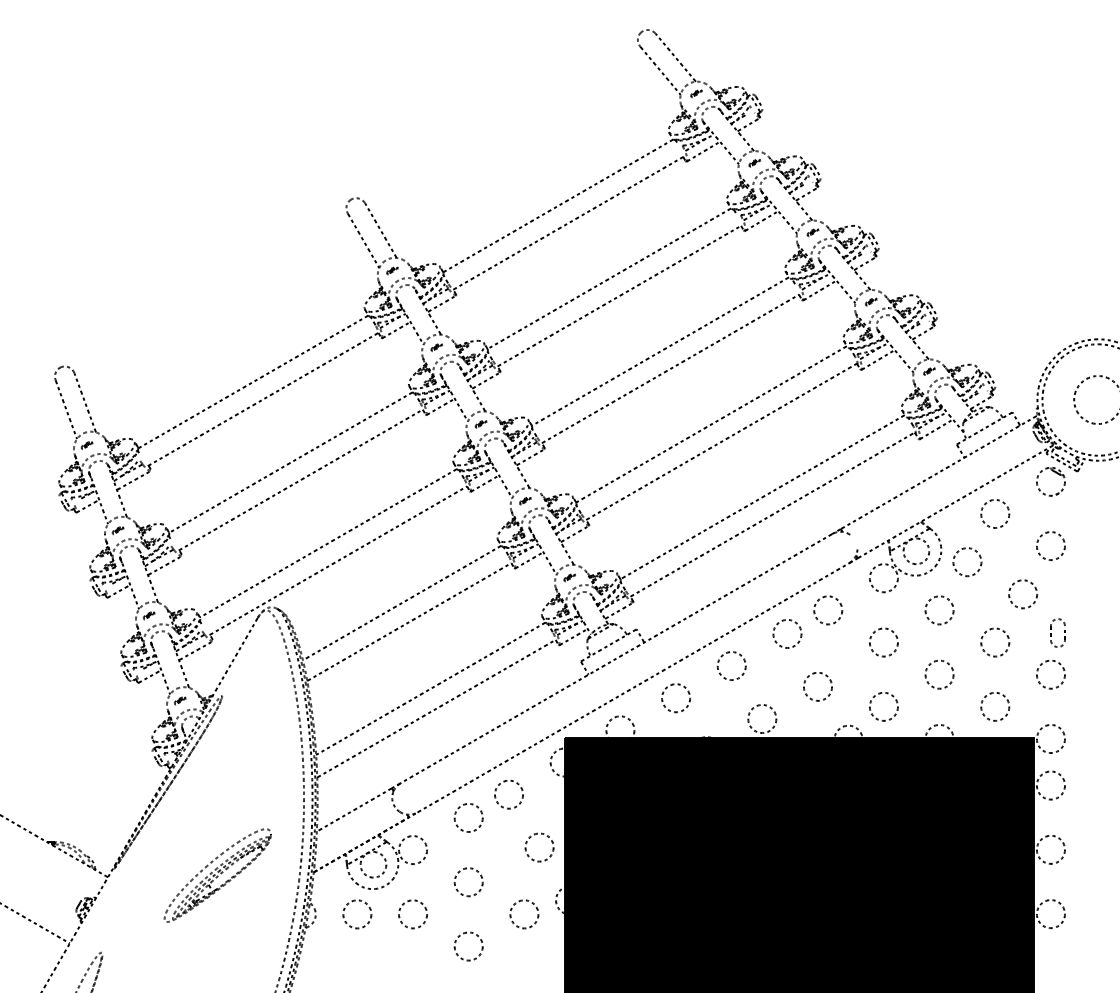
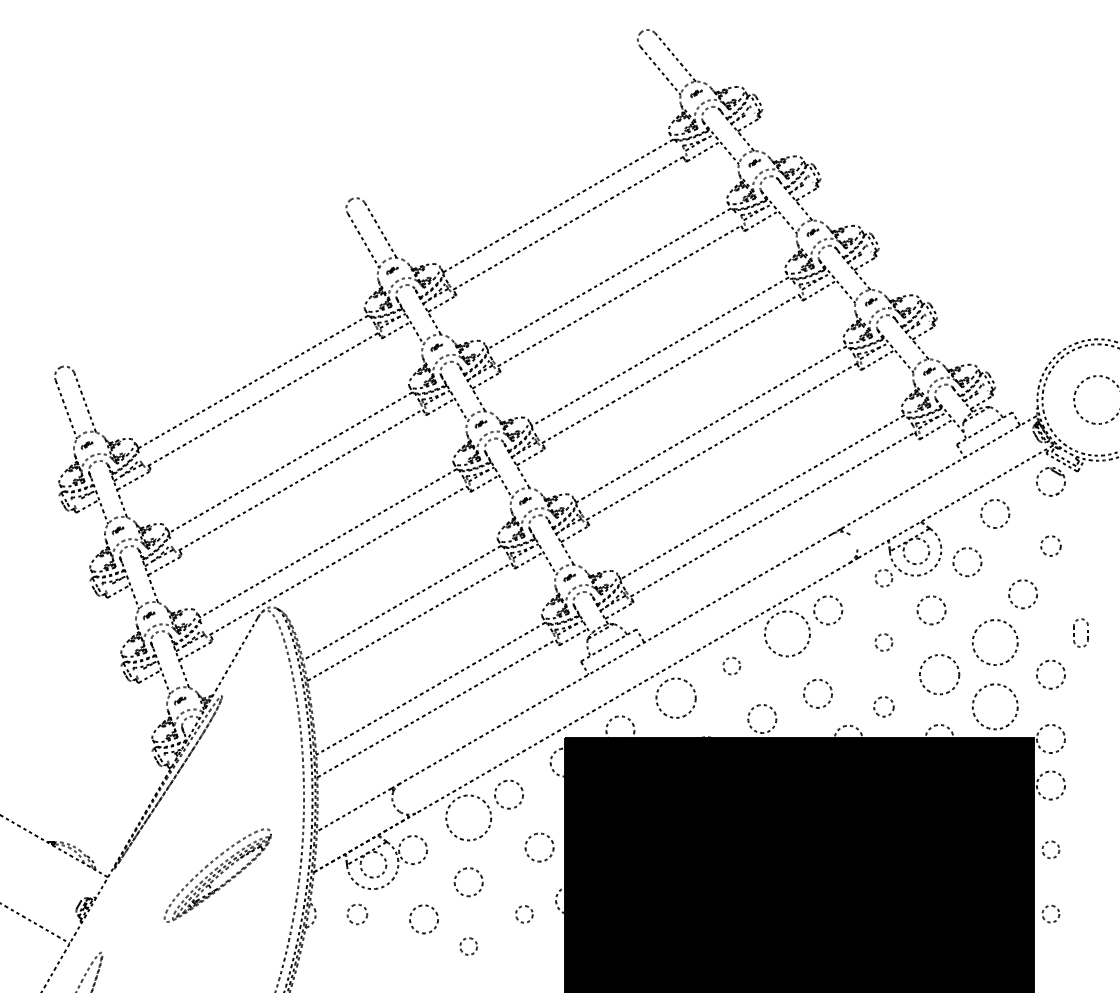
circle at (1050, 545) size: 30x30 px -> 22x22 px
circle at (883, 578) diameter: 28 px -> 17 px
circle at (939, 610) position: (939, 610) -> (931, 610)
circle at (787, 633) diameter: 28 px -> 45 px
part at (1051, 633) position: (1051, 633) -> (1074, 633)
circle at (883, 642) diameter: 28 px -> 17 px
circle at (995, 642) diameter: 28 px -> 45 px
circle at (731, 666) diameter: 28 px -> 17 px
circle at (939, 674) diameter: 28 px -> 39 px
circle at (817, 686) position: (817, 686) -> (817, 693)
circle at (676, 698) diameter: 28 px -> 39 px
circle at (883, 706) size: 30x30 px -> 22x22 px
circle at (995, 706) diameter: 28 px -> 45 px
circle at (468, 817) diameter: 28 px -> 45 px
circle at (1050, 849) diameter: 28 px -> 17 px
circle at (357, 914) size: 31x31 px -> 23x23 px
circle at (412, 914) position: (412, 914) -> (423, 919)
circle at (524, 914) diameter: 28 px -> 17 px
circle at (1050, 914) diameter: 28 px -> 17 px
circle at (468, 946) diameter: 28 px -> 17 px
